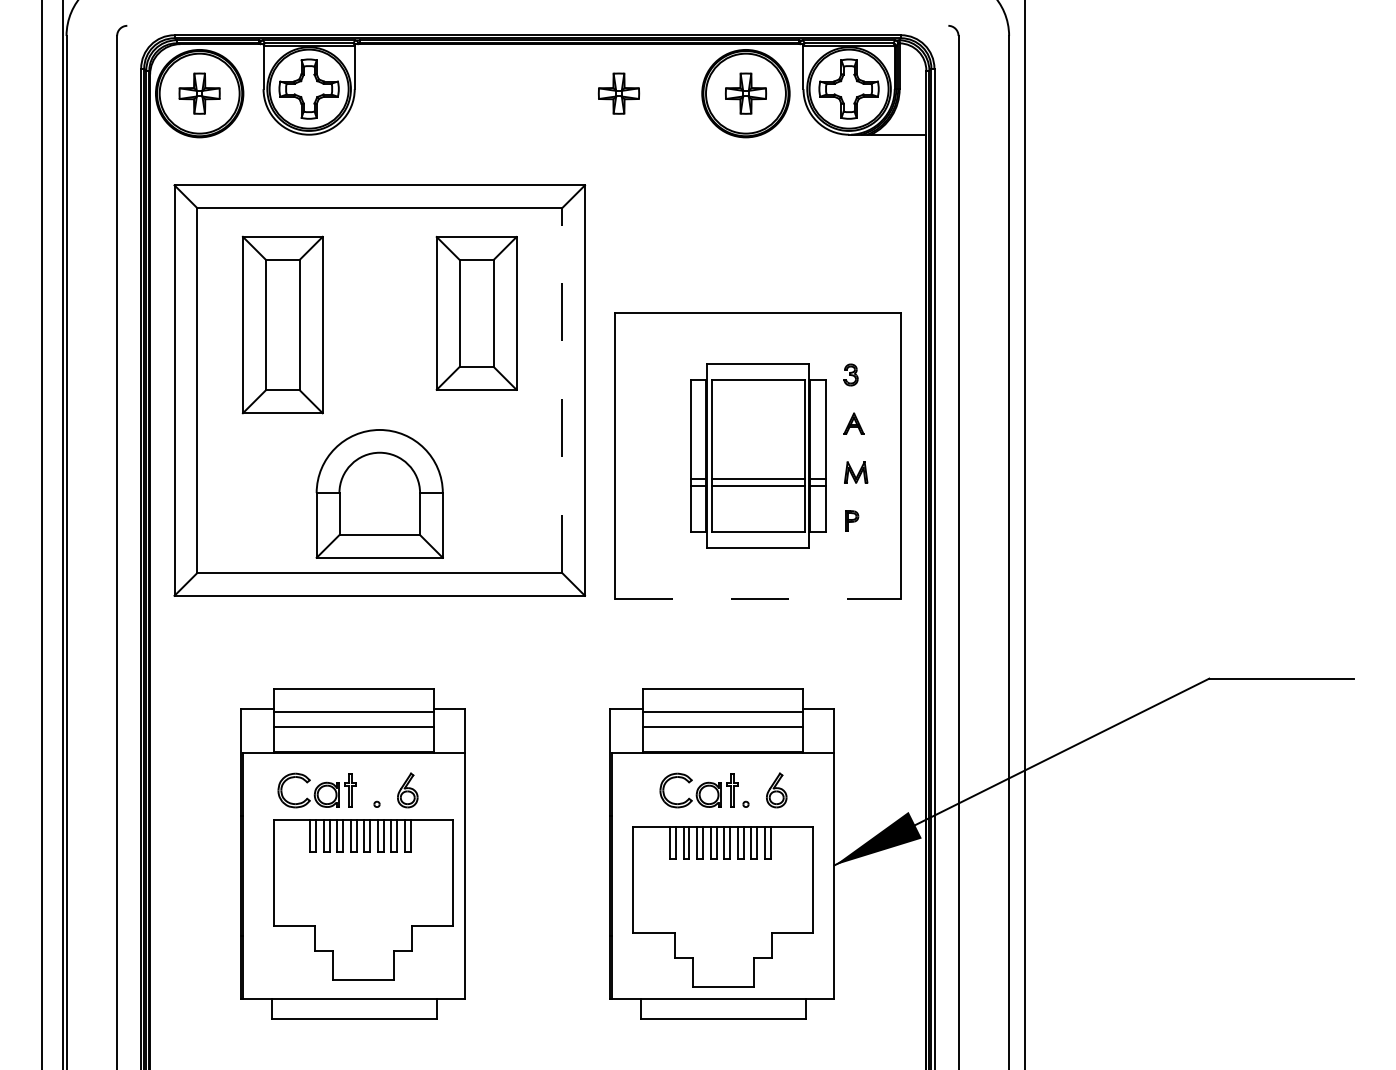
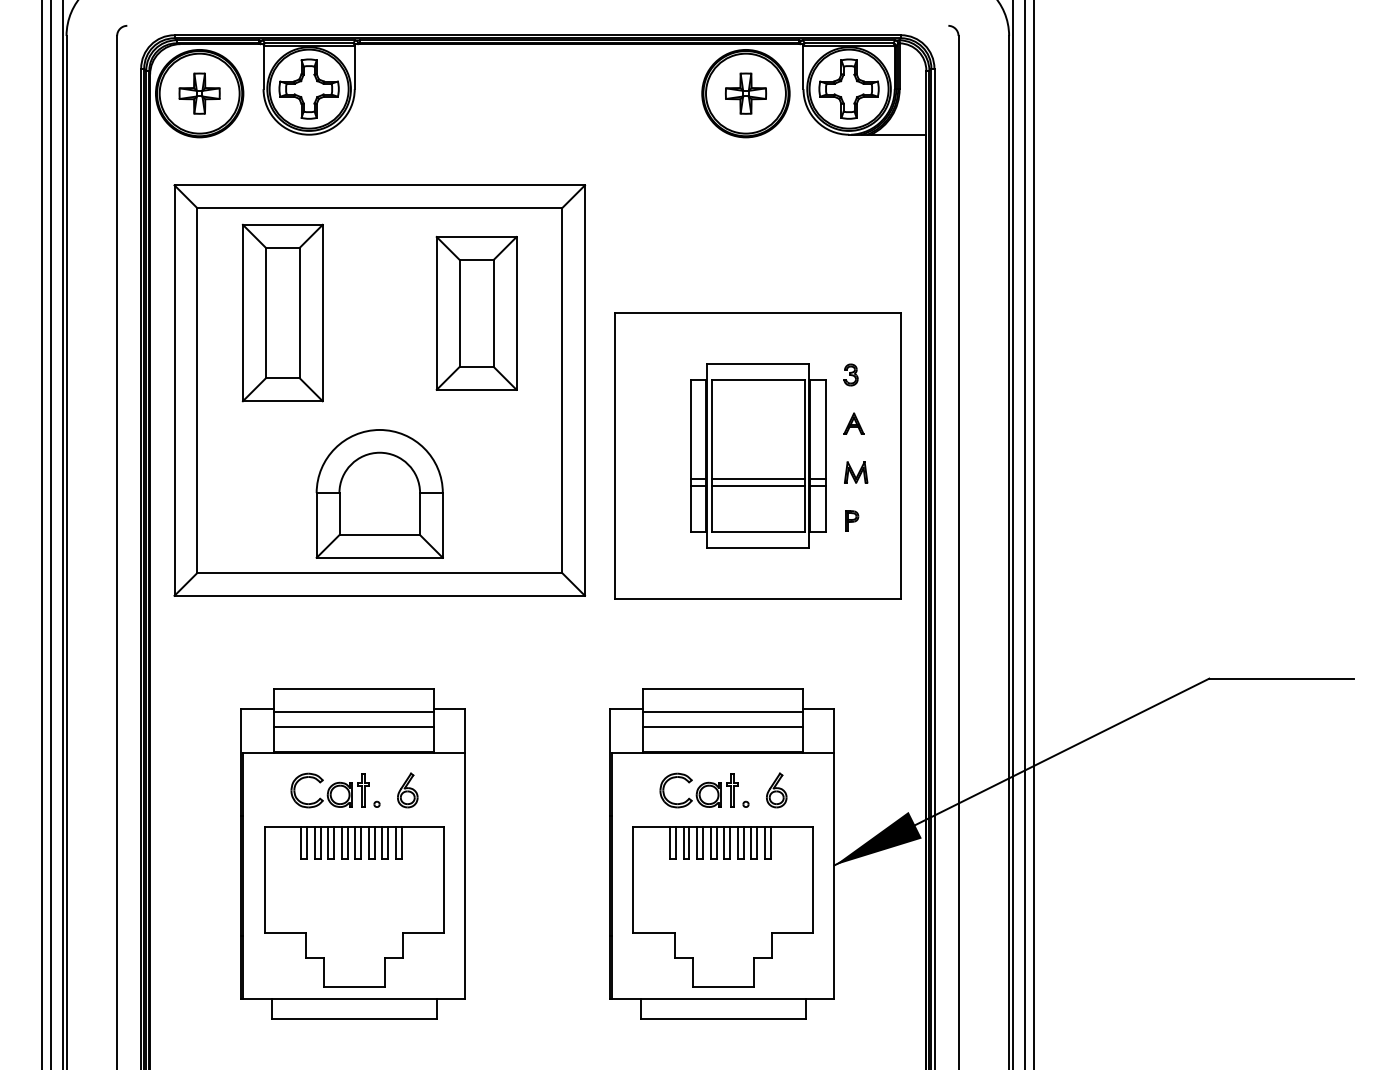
part at (619, 93): present -> none
part at (282, 324) position: (282, 324) -> (282, 312)
line at (562, 390): dashed -> solid
line at (50, 534): none -> present
line at (1012, 534): none -> present
line at (1033, 534): none -> present
line at (758, 598): dashed -> solid
part at (316, 790) position: (316, 790) -> (329, 790)
part at (363, 899) position: (363, 899) -> (354, 906)
